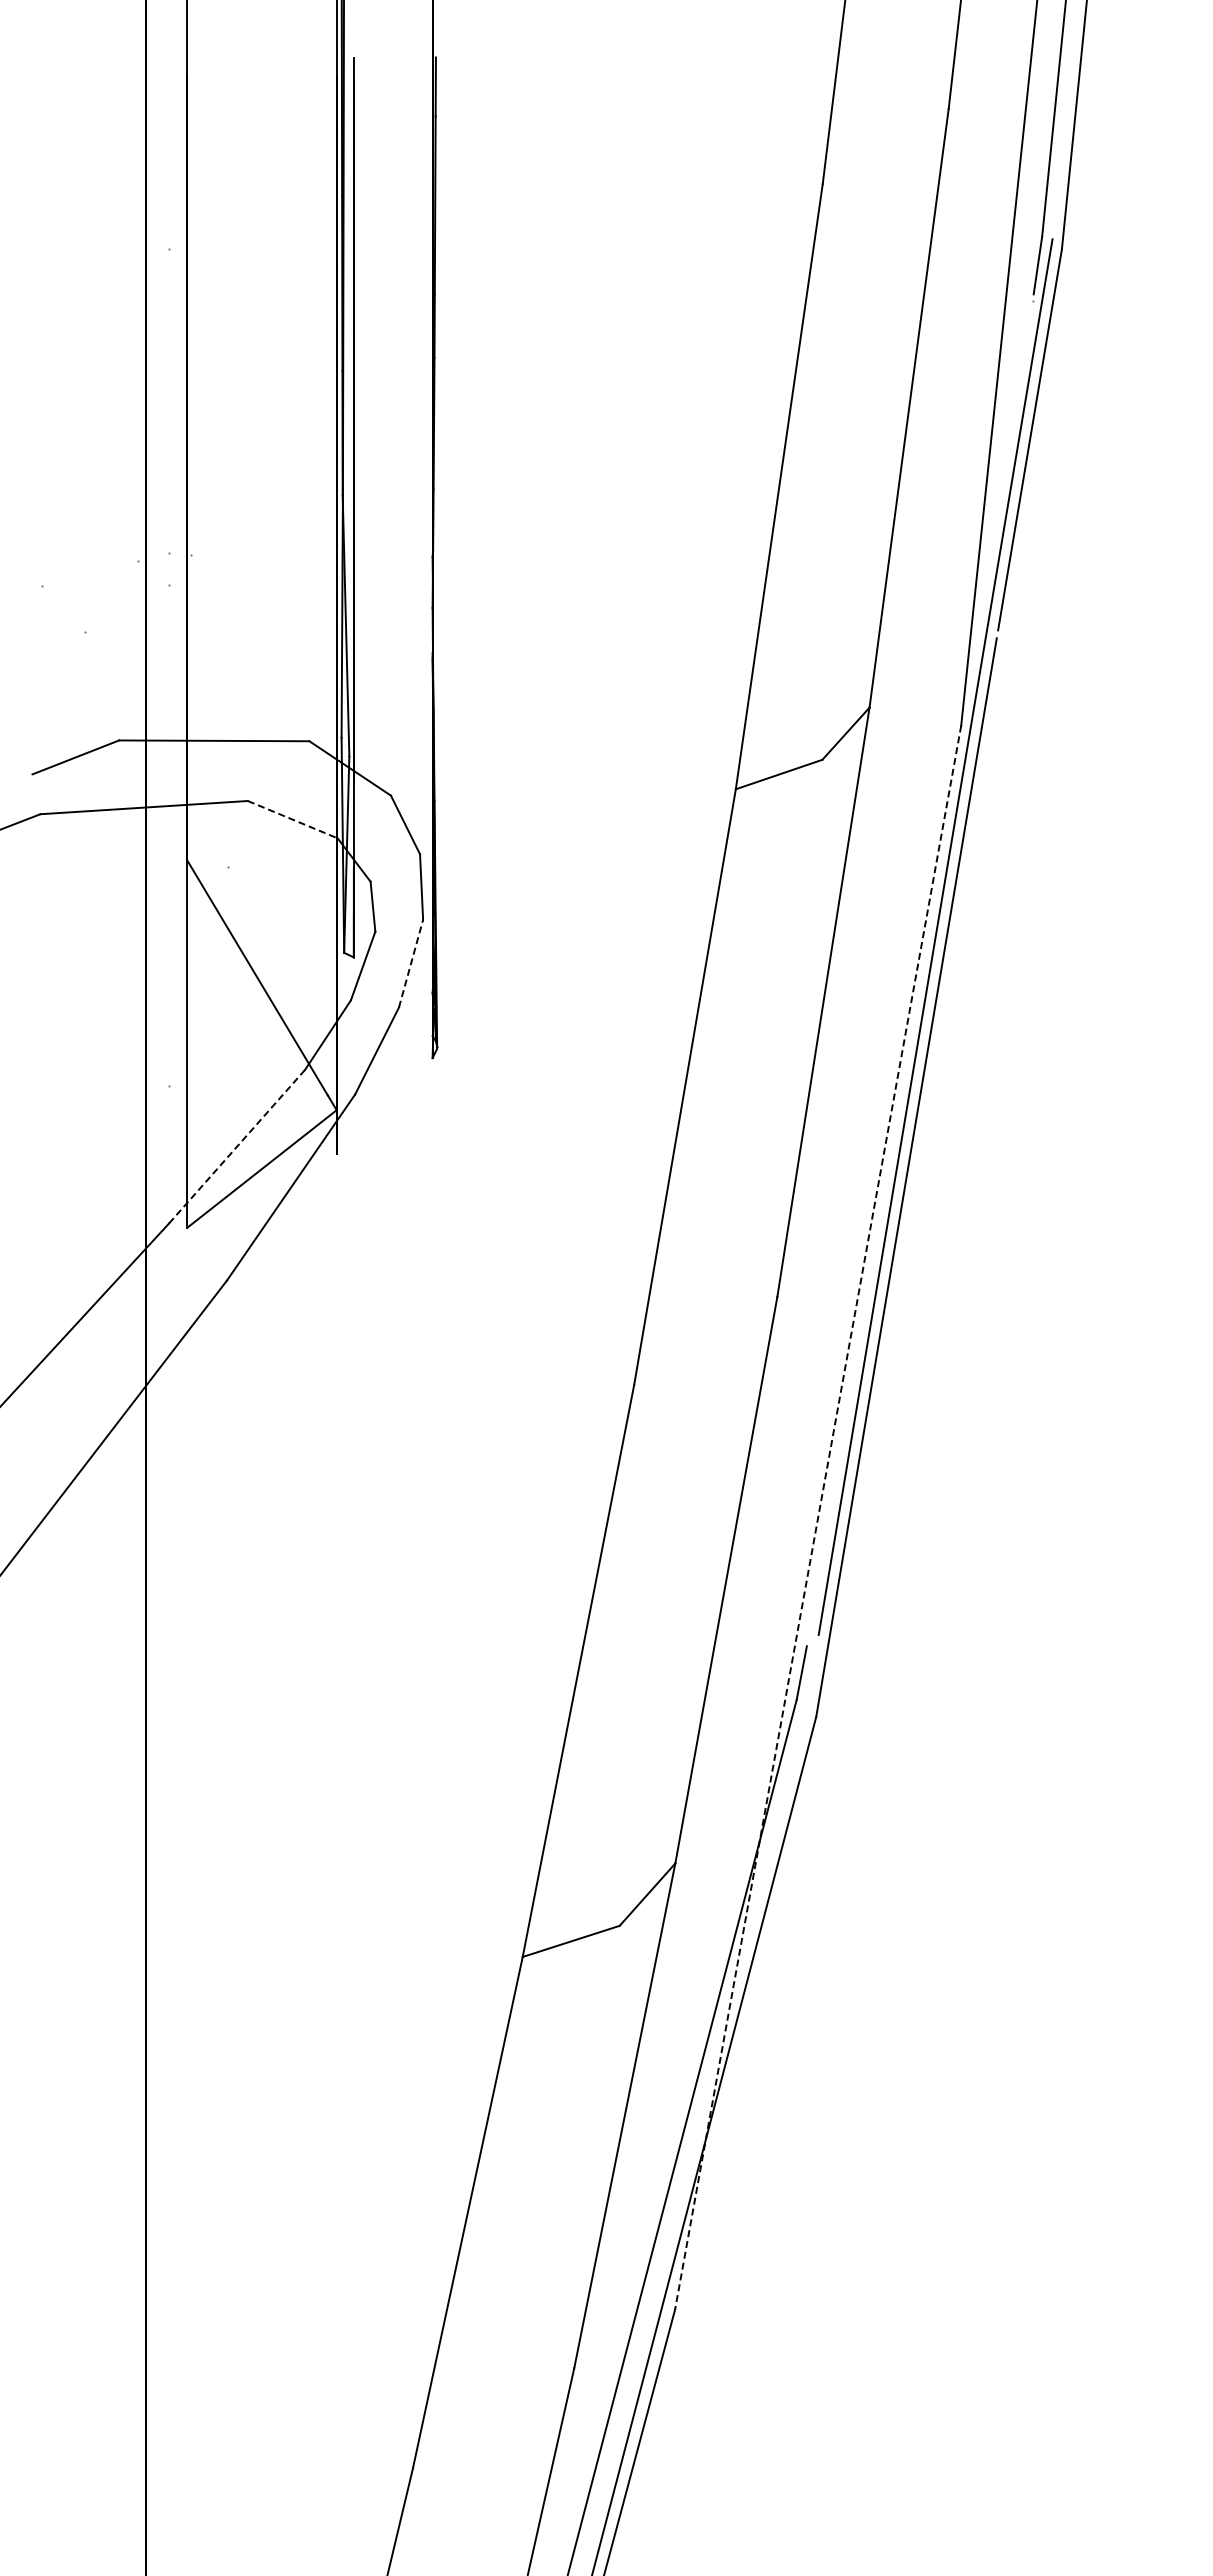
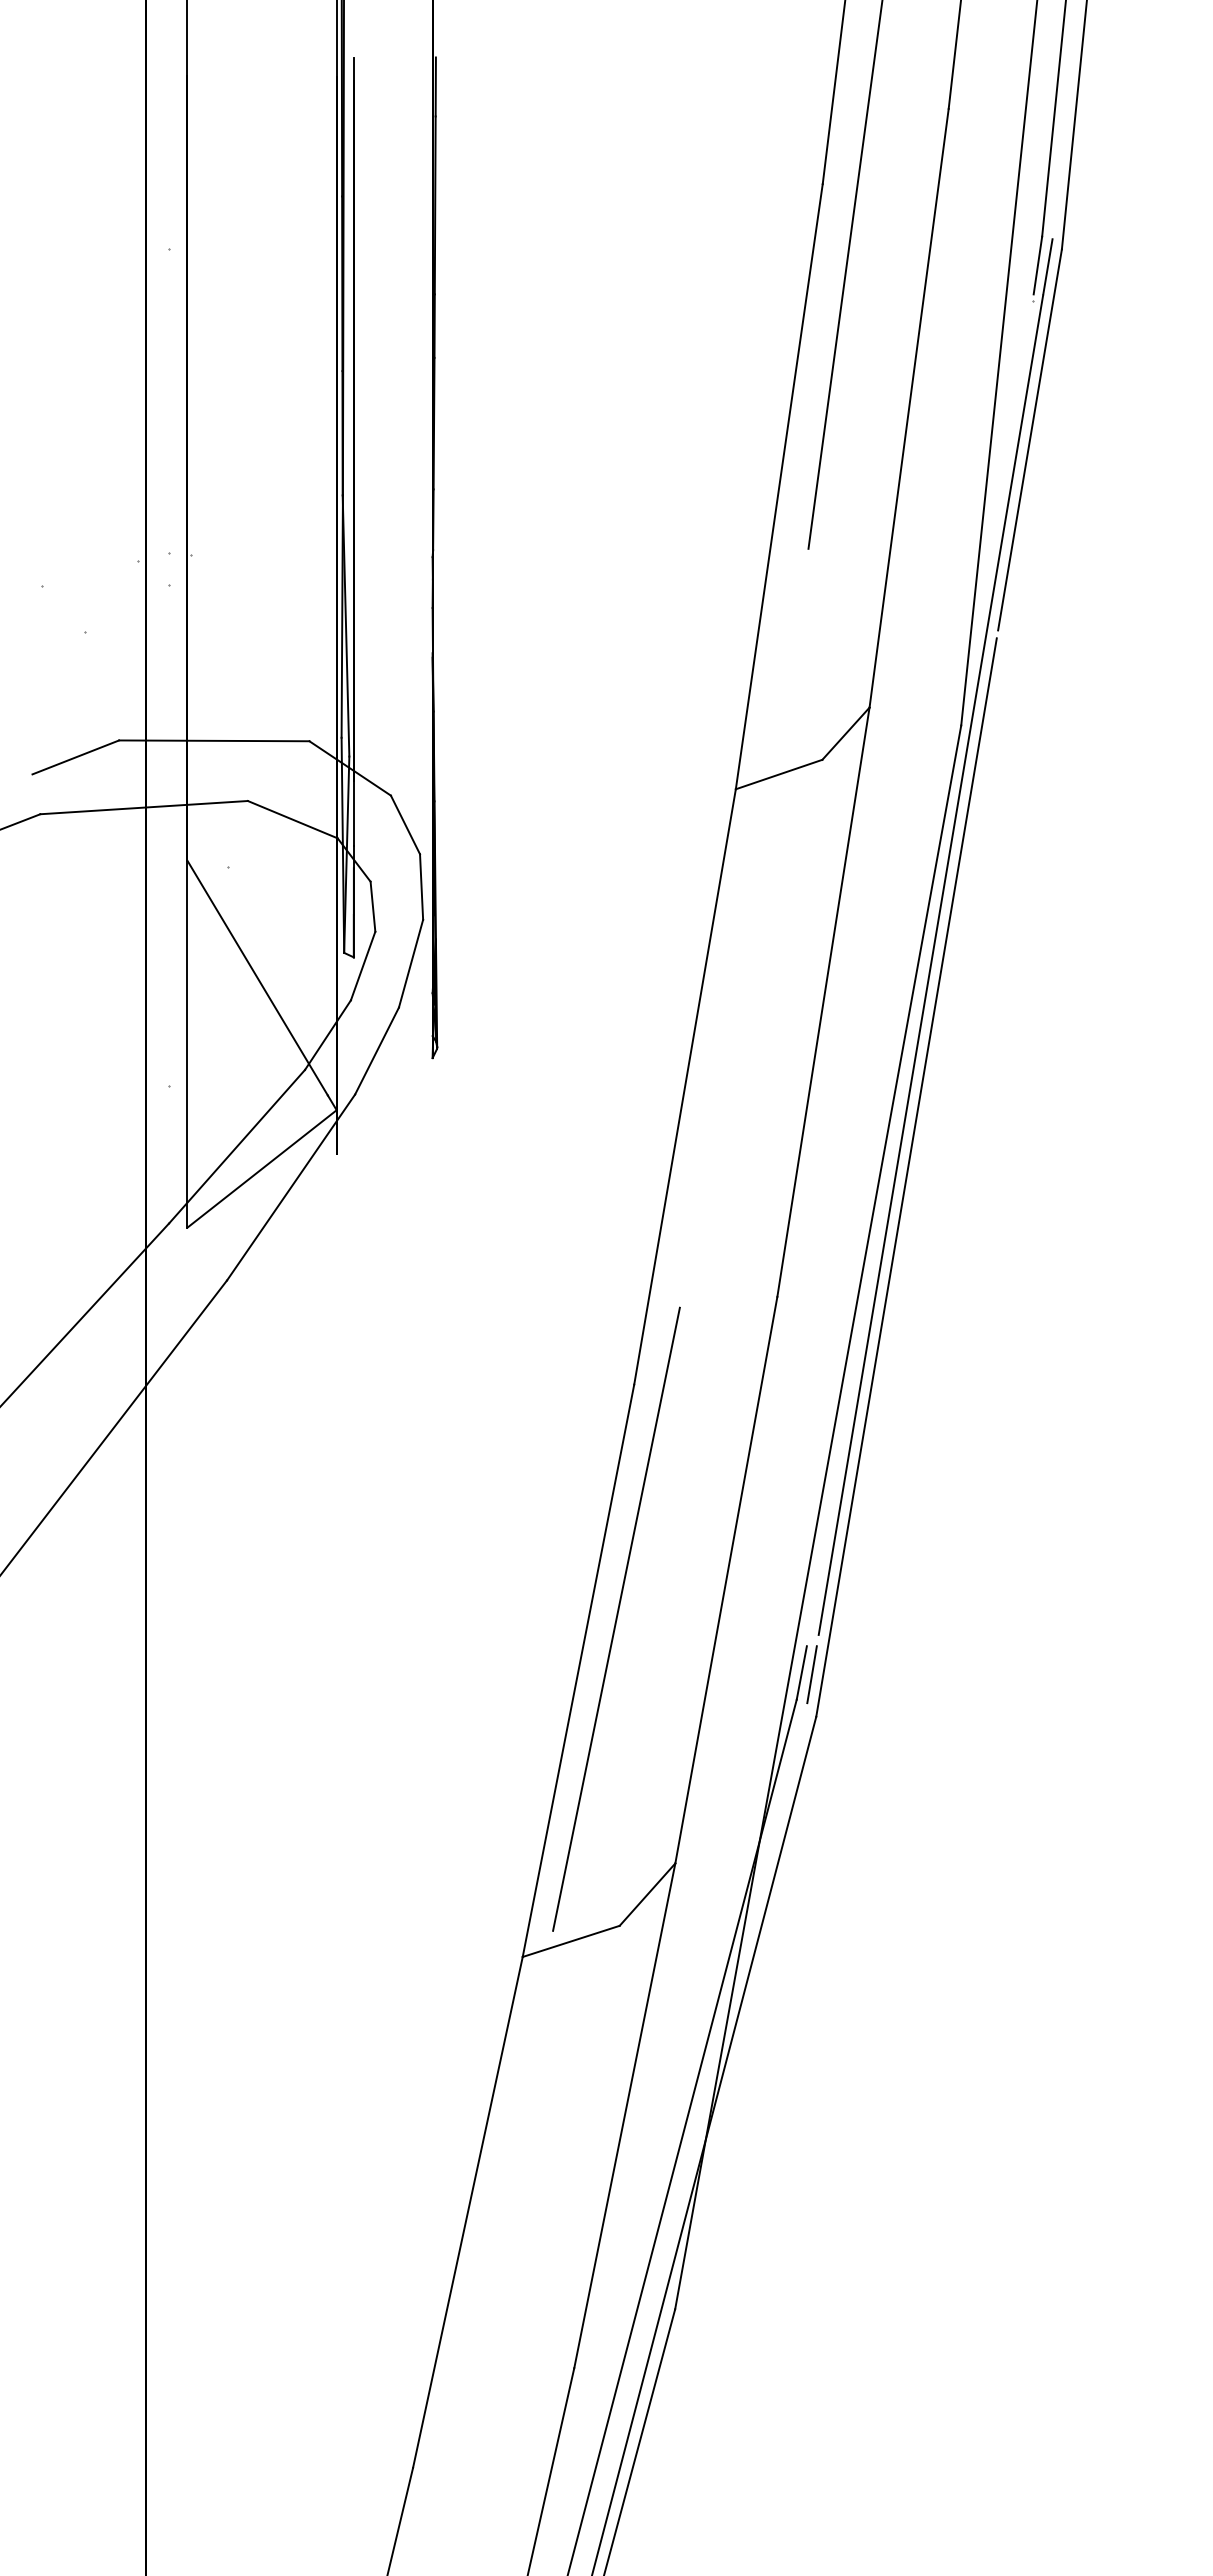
line at (845, 275): none -> present
line at (292, 819): dashed -> solid
line at (411, 963): dashed -> solid
line at (237, 1146): dashed -> solid
line at (818, 1517): dashed -> solid
line at (616, 1618): none -> present
line at (811, 1674): none -> present
